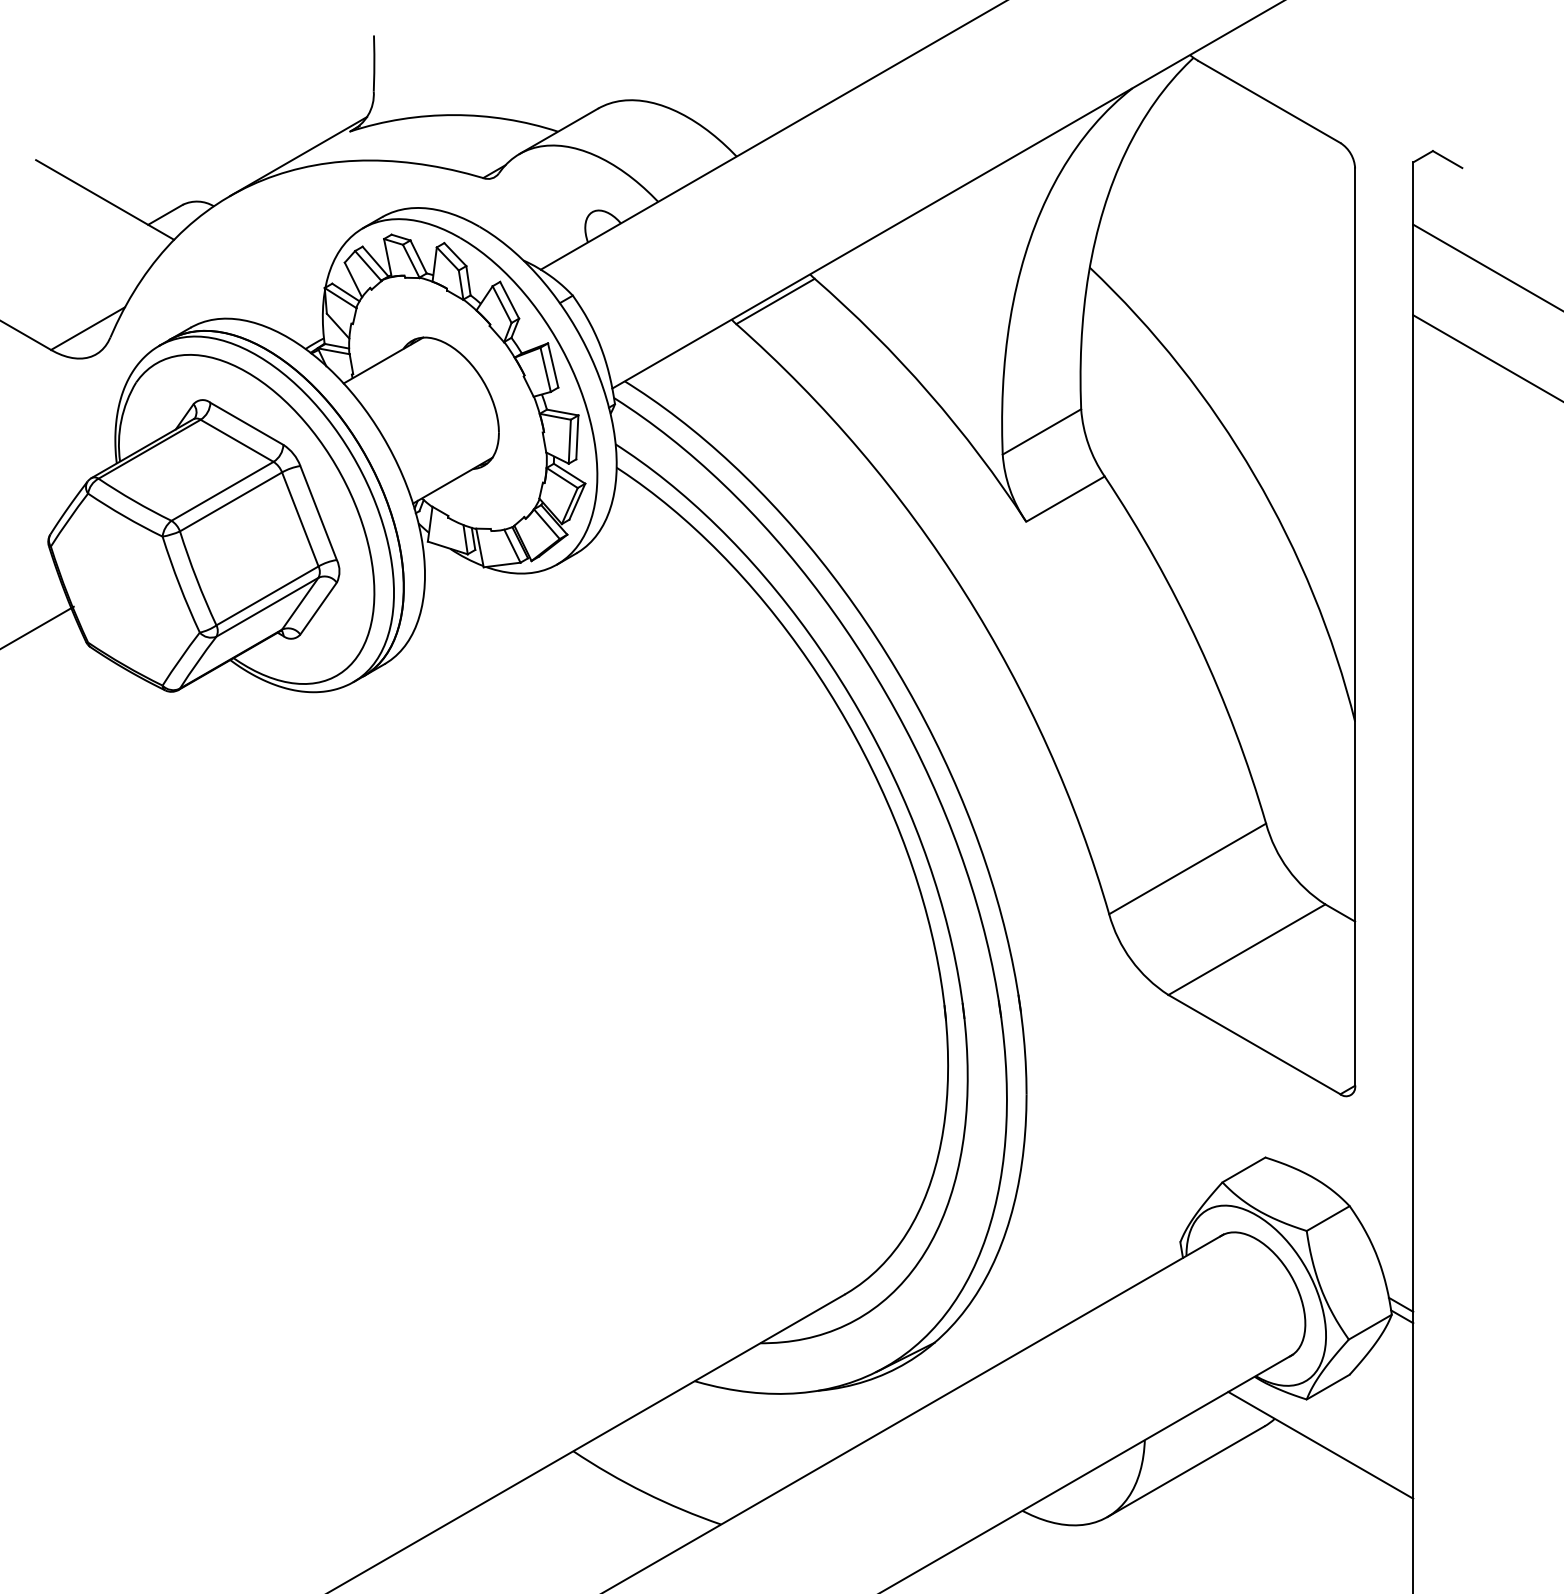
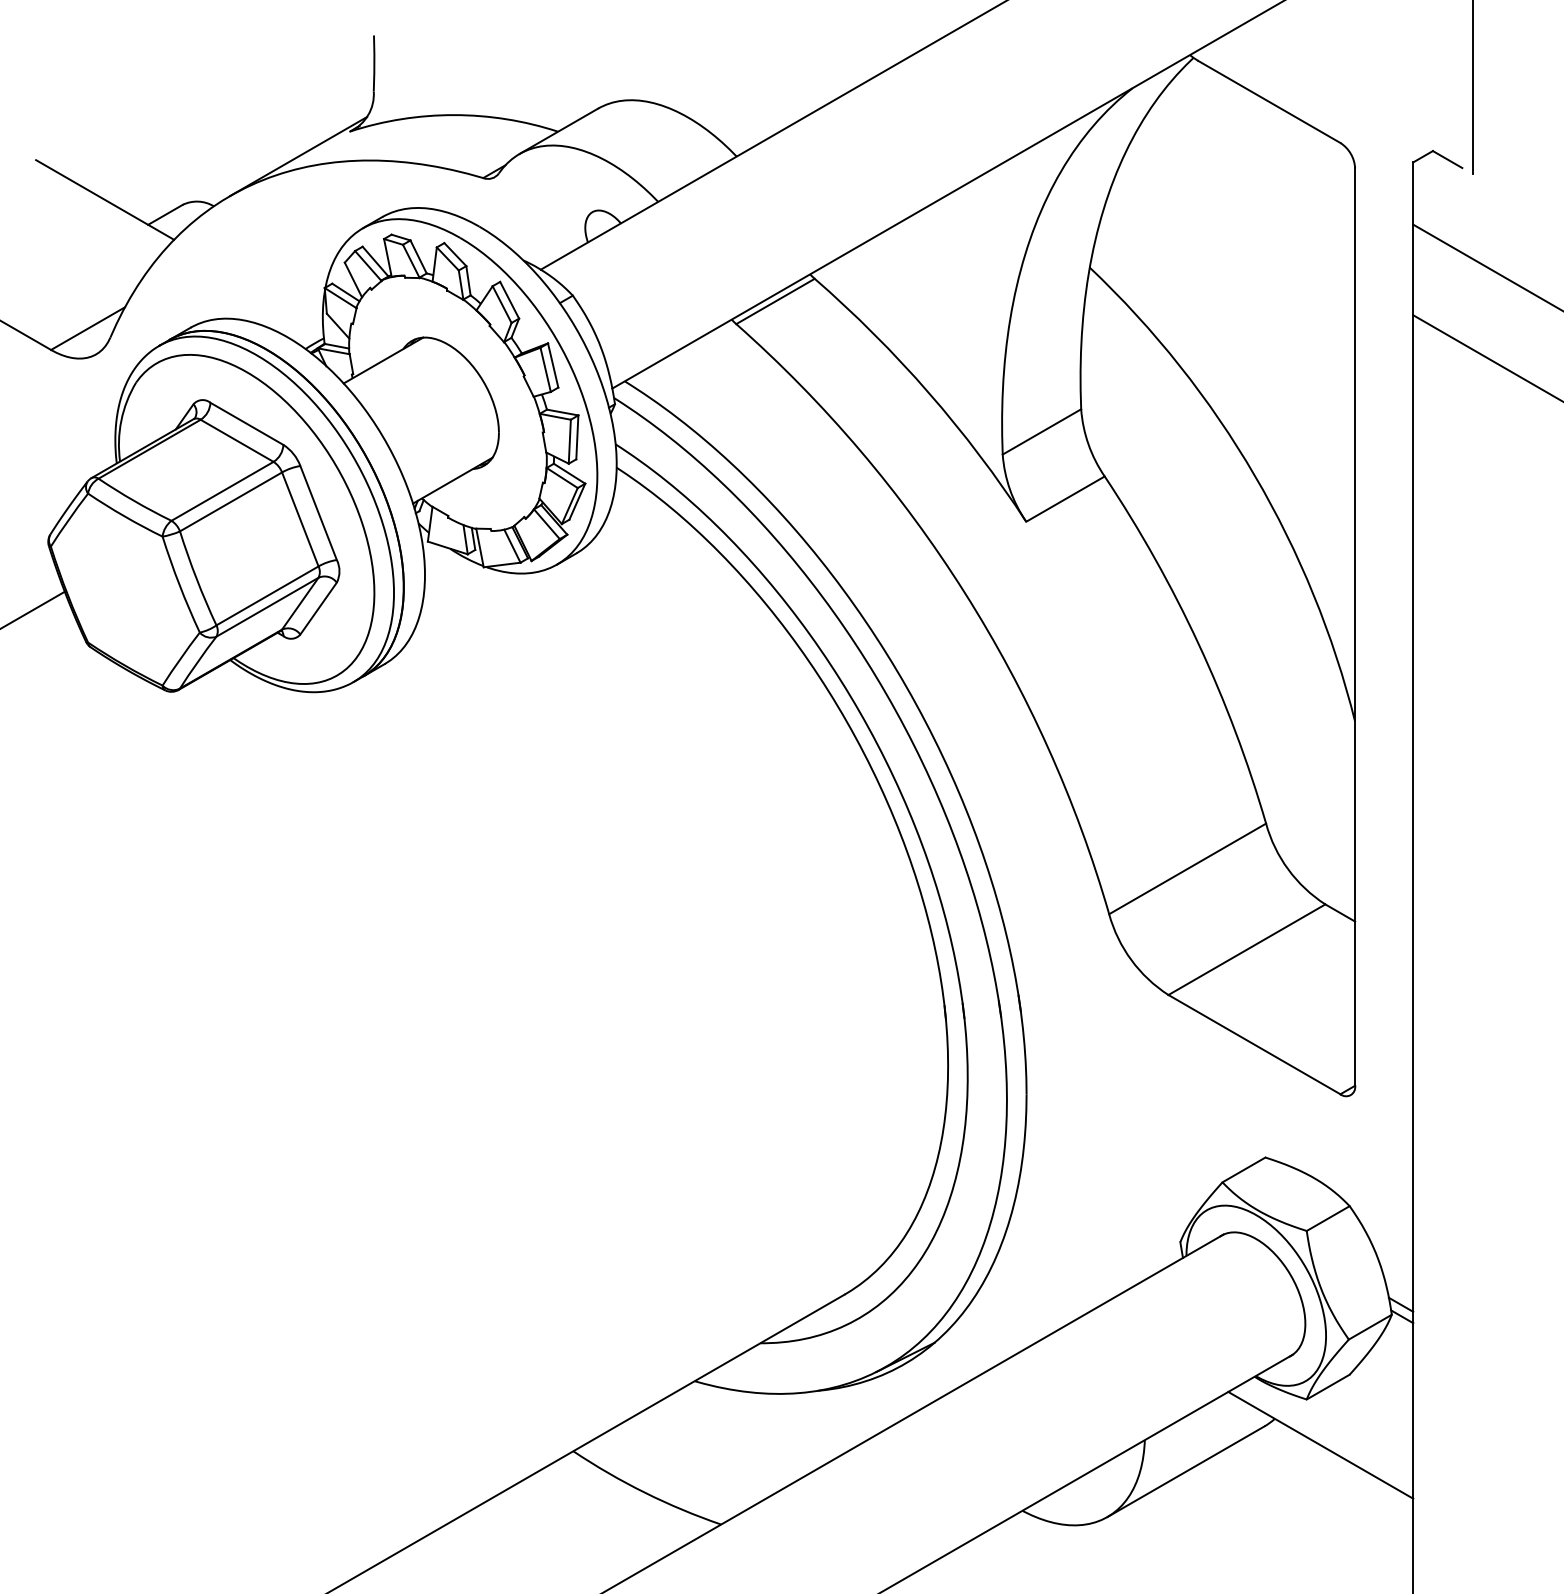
line at (1472, 88): none -> present
line at (37, 626) position: (37, 626) -> (33, 609)
